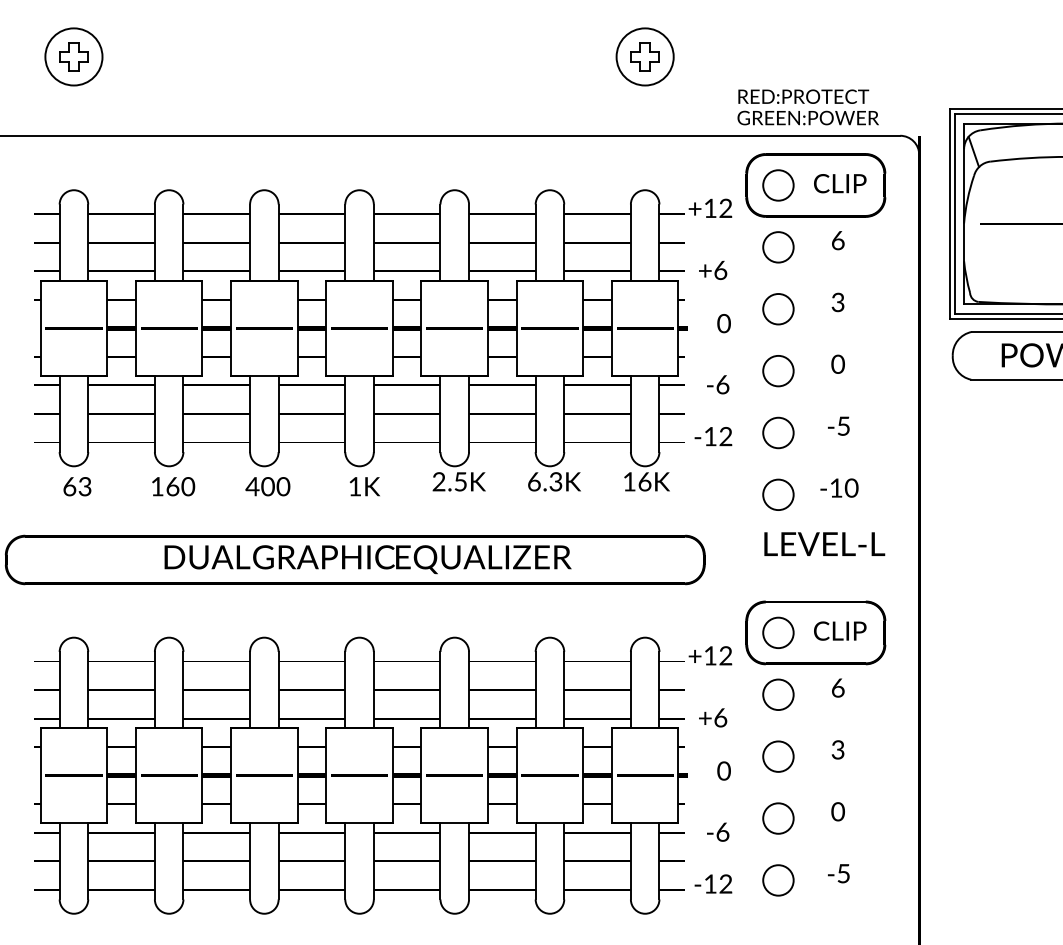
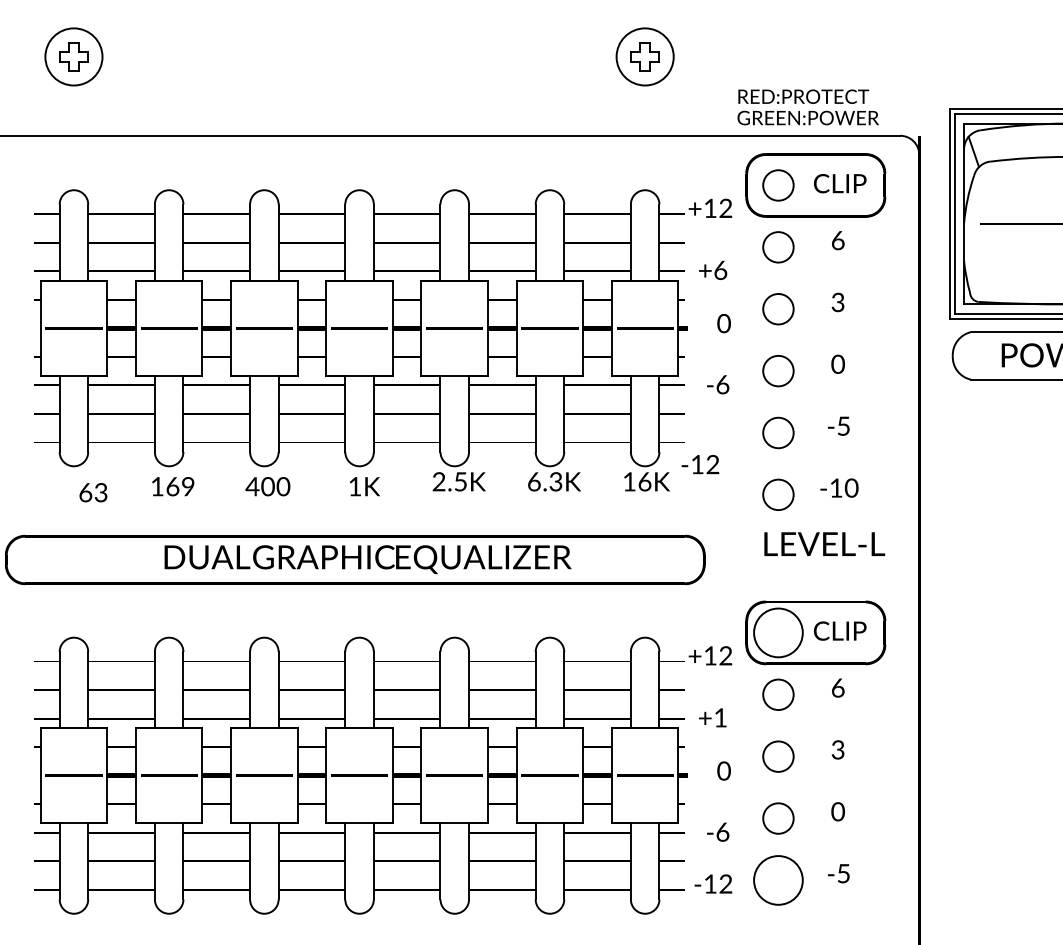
text at (713, 436) position: (713, 436) -> (700, 464)
text at (77, 486) position: (77, 486) -> (93, 492)
text at (188, 487): 160 -> 169
circle at (778, 632) diameter: 30 px -> 49 px
text at (720, 717): +6 -> +1
circle at (778, 880) diameter: 30 px -> 49 px
